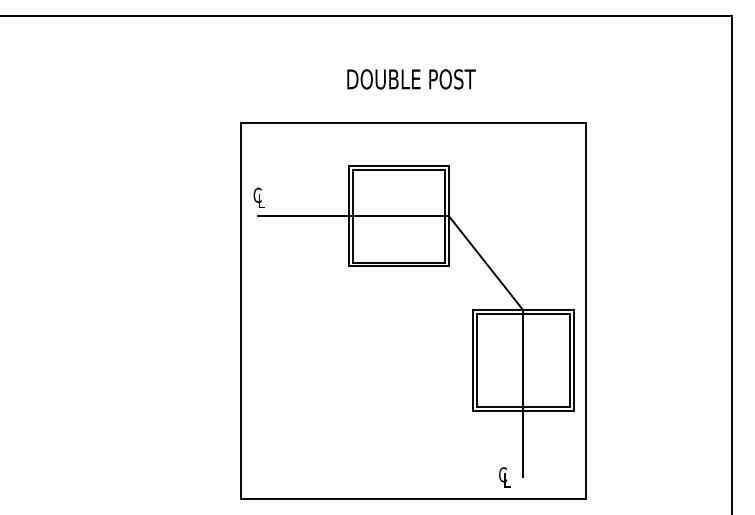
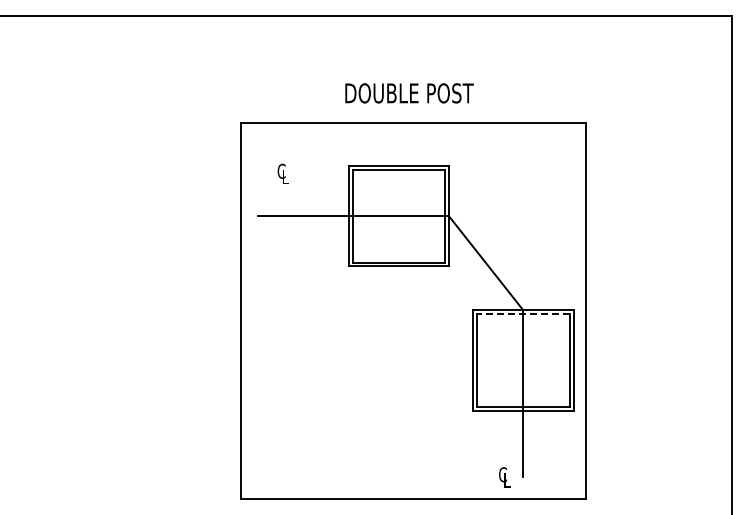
text at (411, 79) position: (411, 79) -> (409, 93)
text at (258, 197) position: (258, 197) -> (282, 173)
line at (522, 314): solid -> dashed
